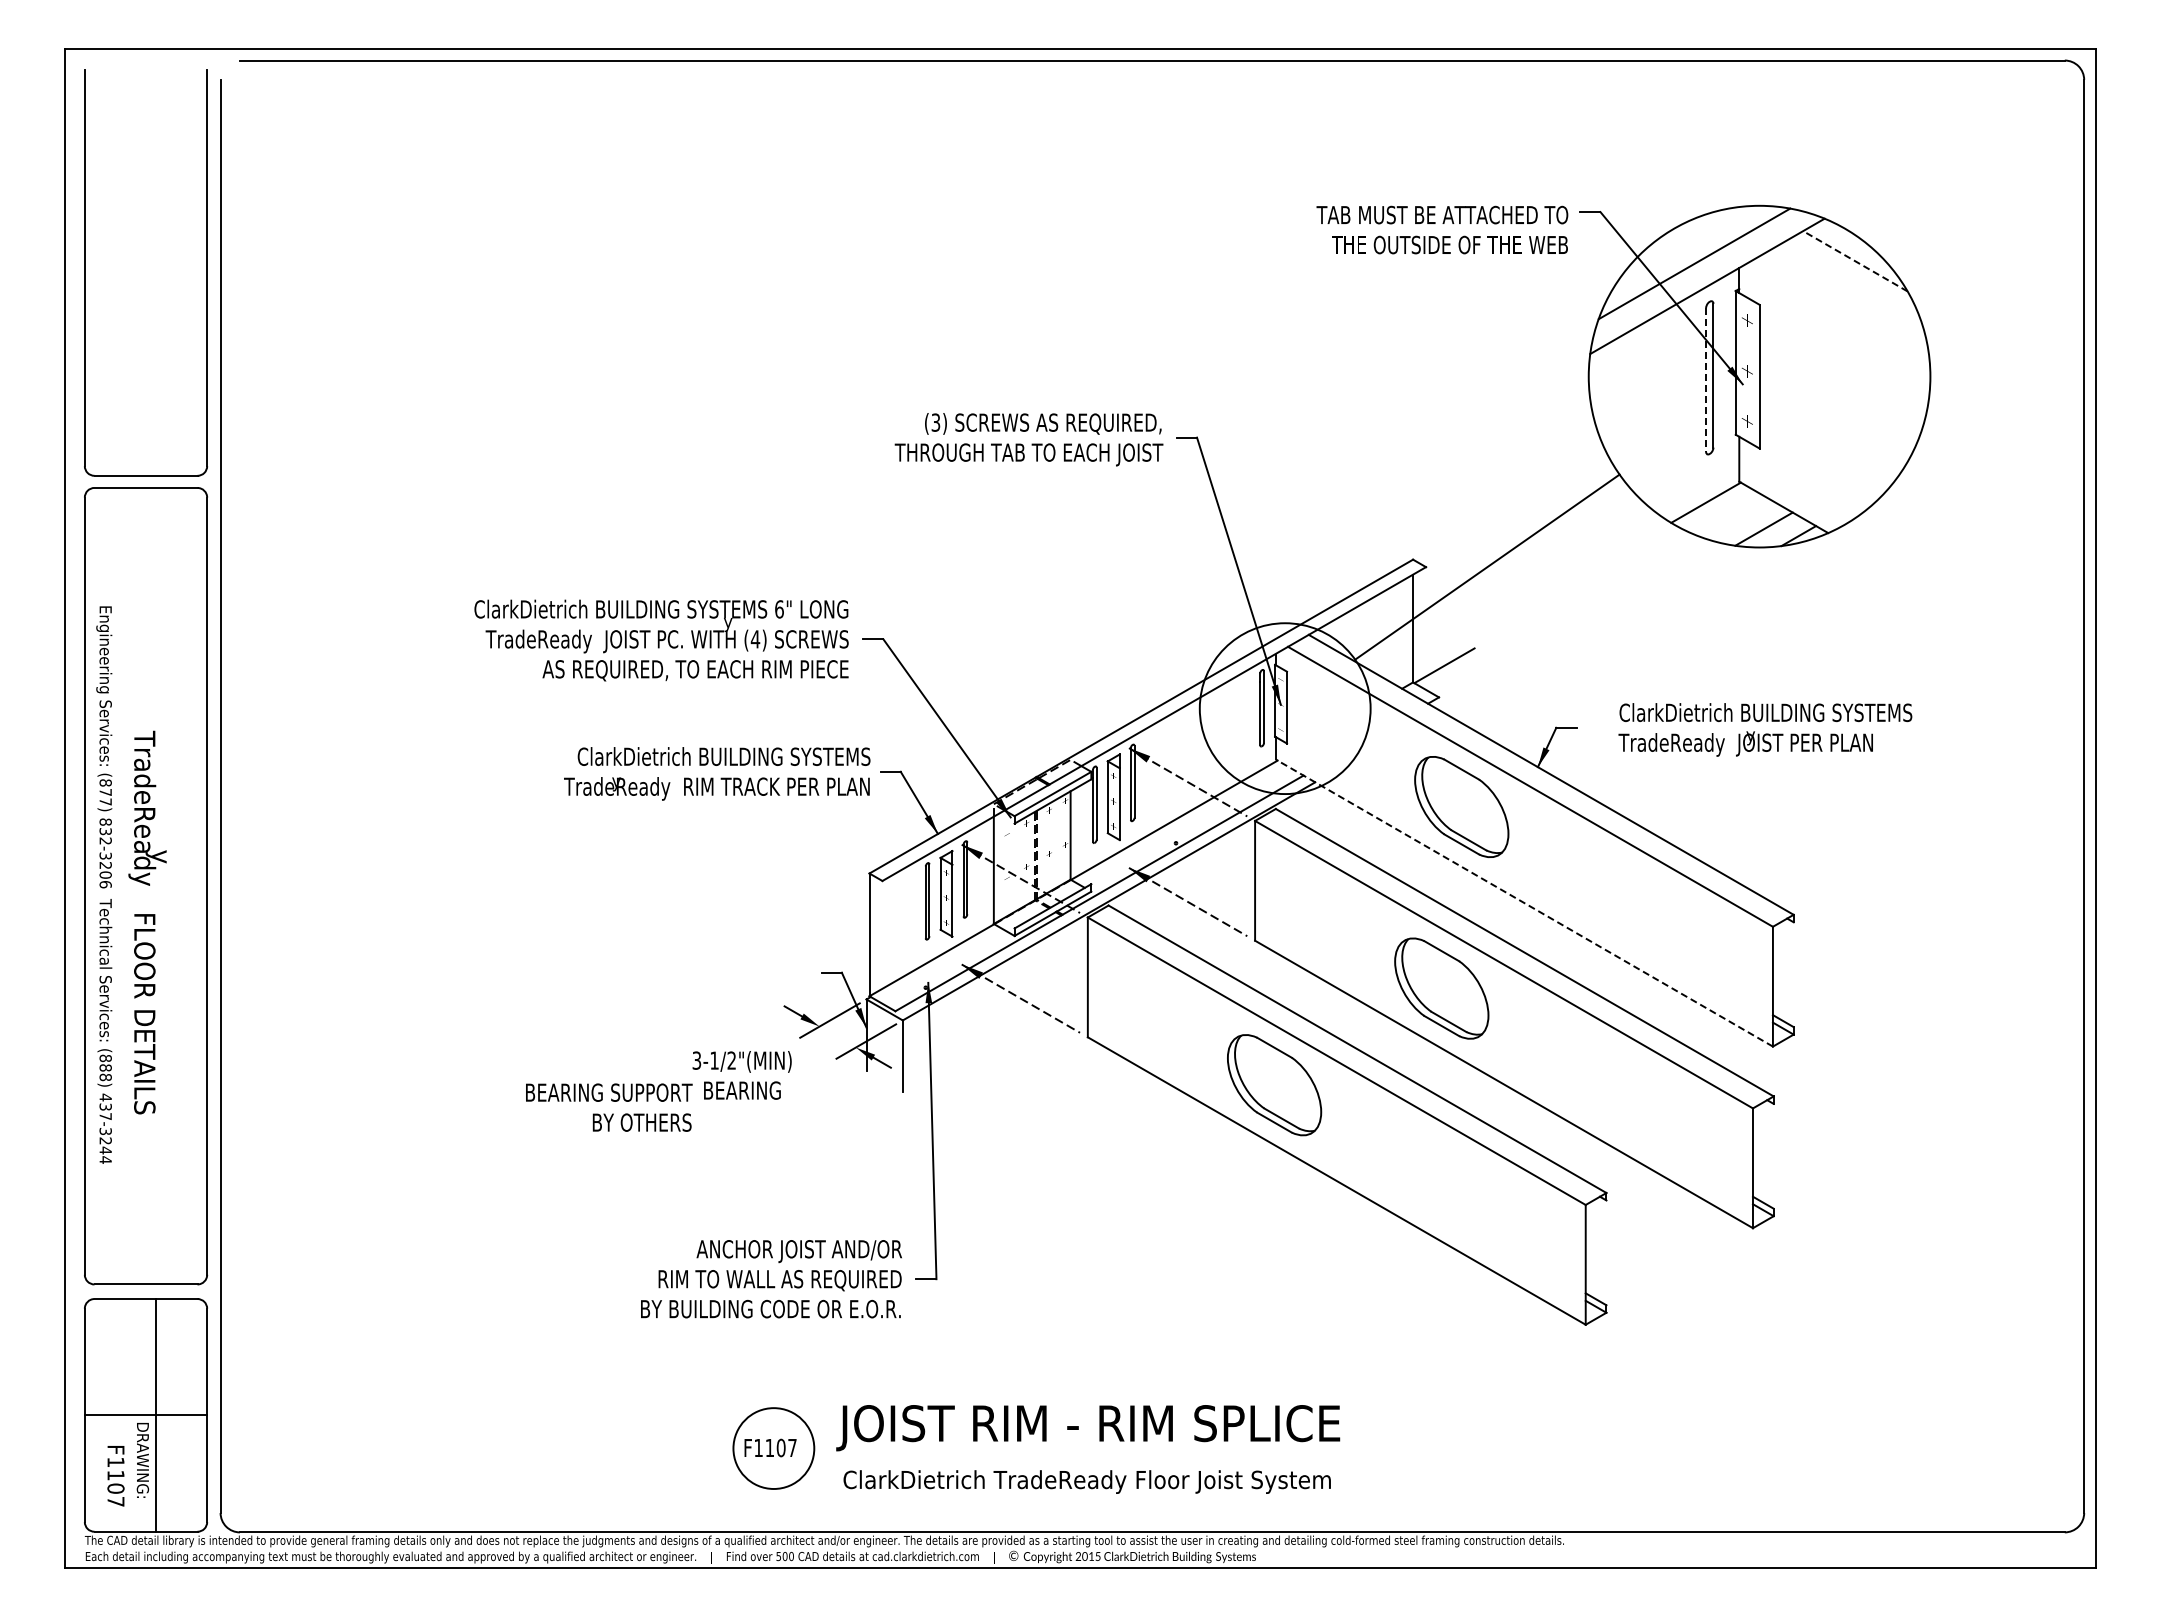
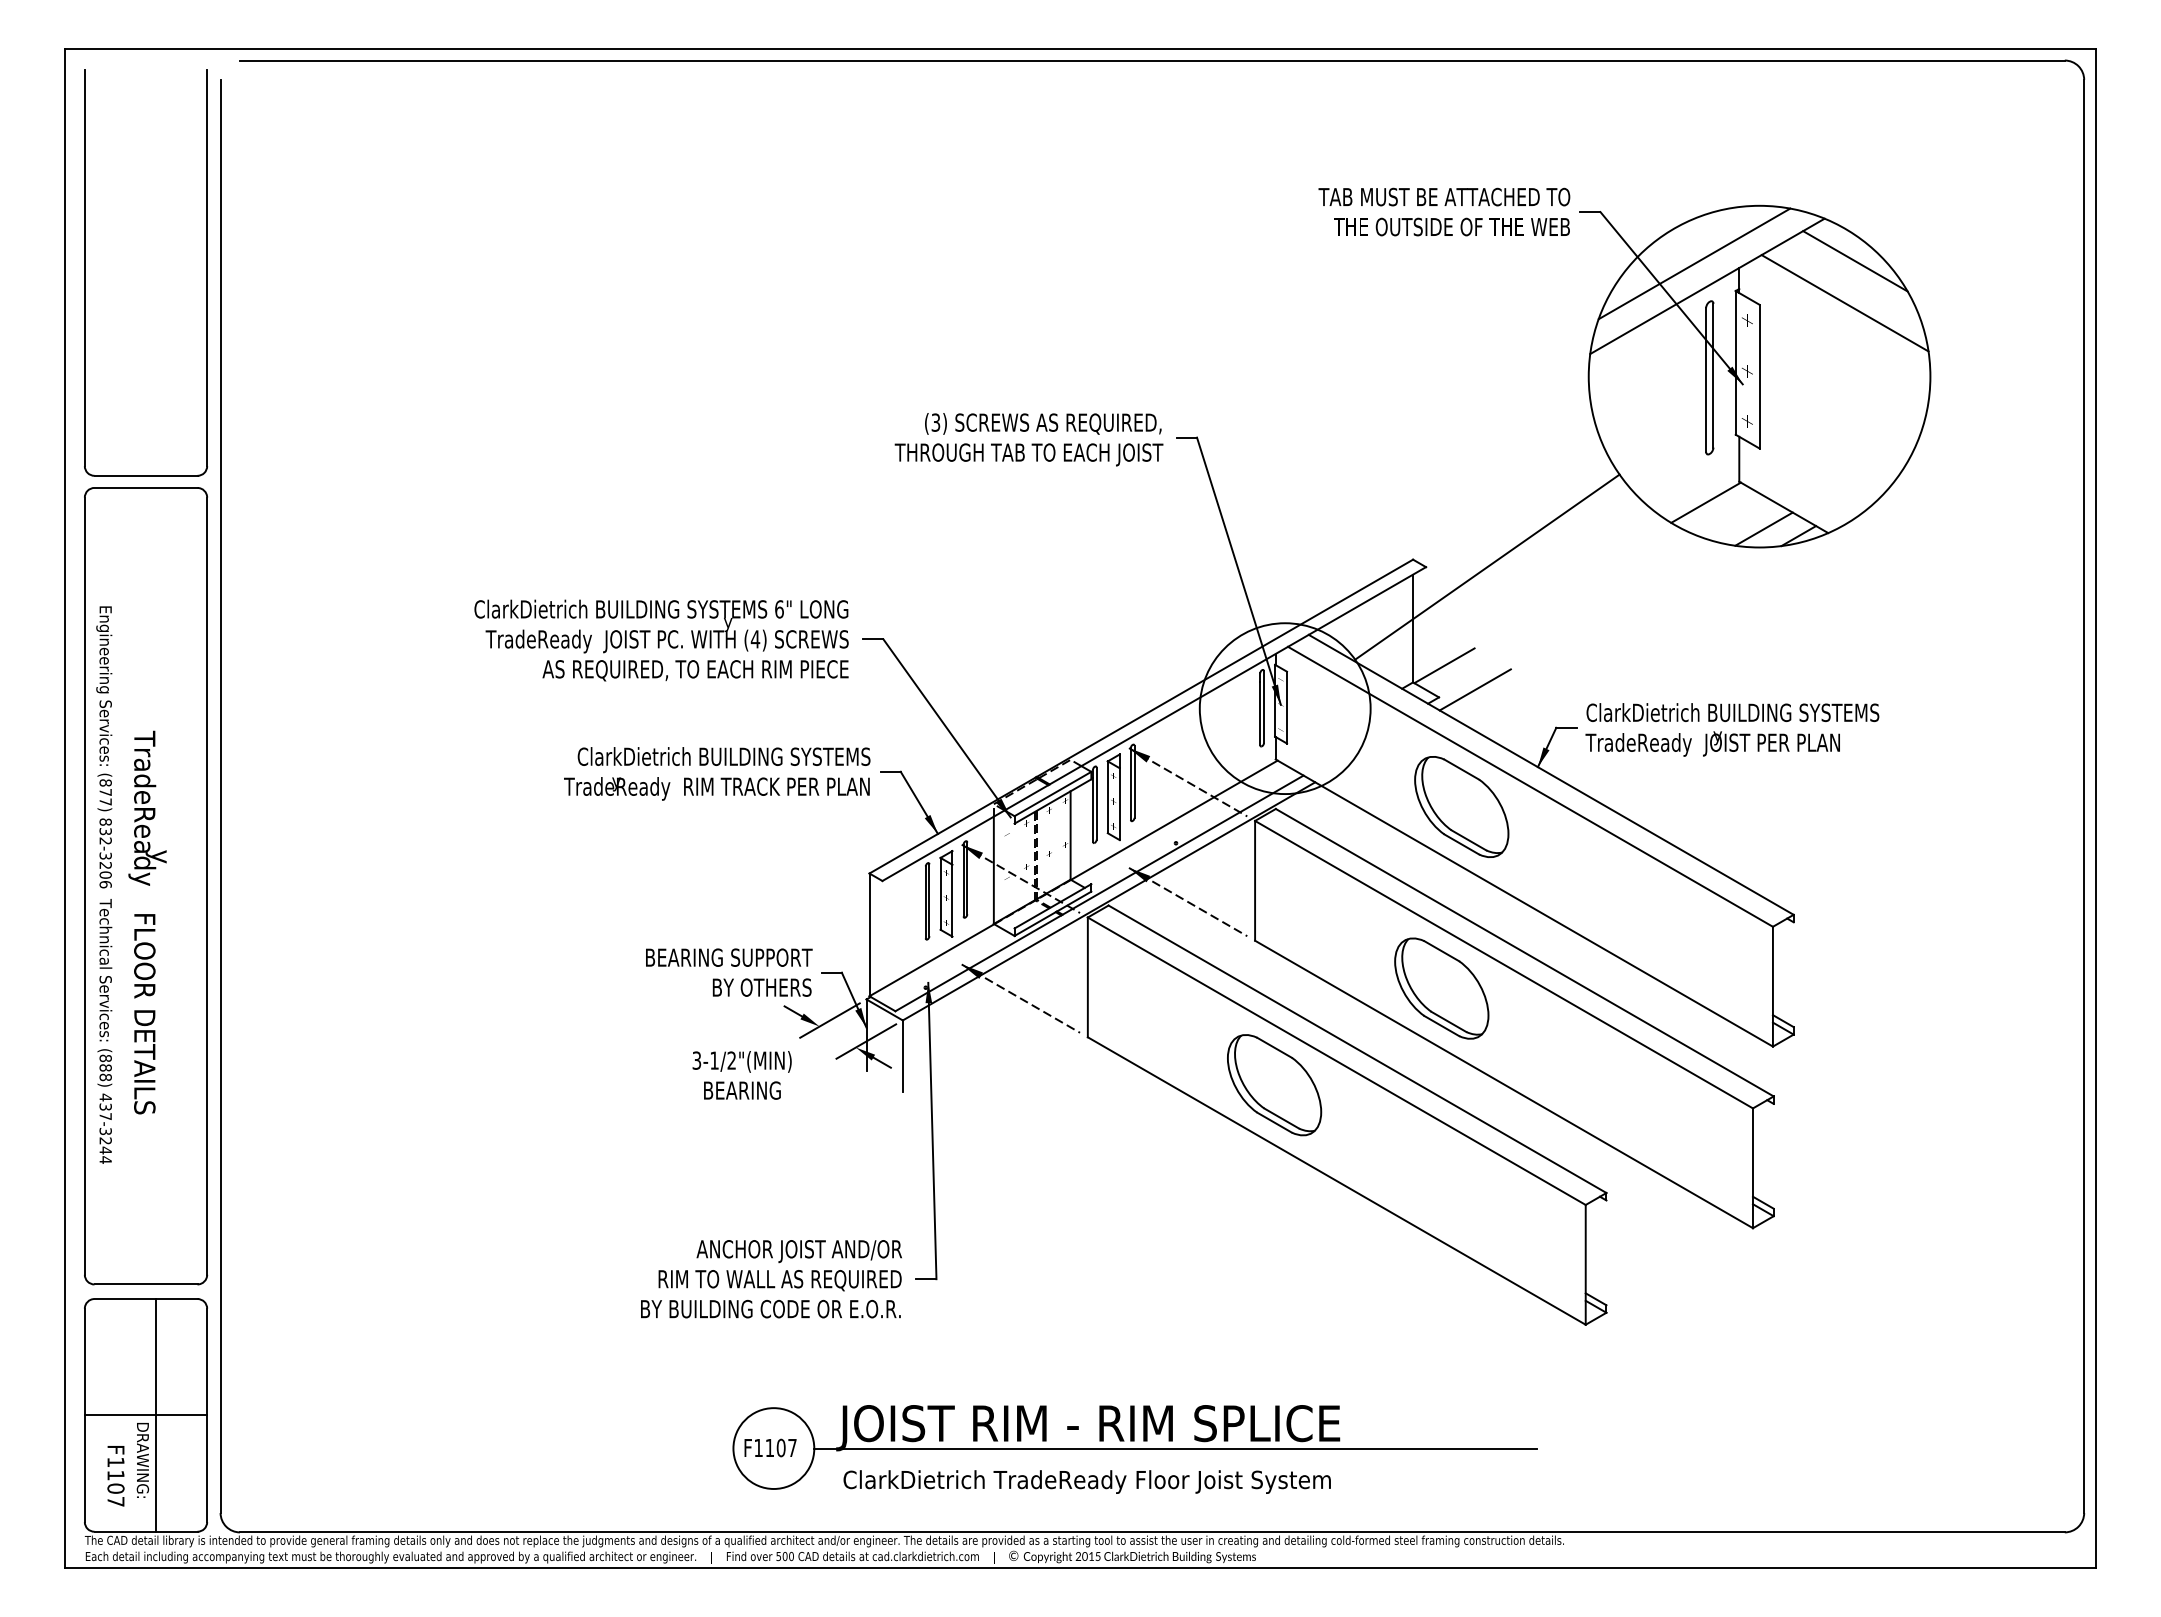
text at (1442, 229) position: (1442, 229) -> (1444, 211)
line at (1854, 261): dashed -> solid
line at (1844, 303): none -> present
line at (1706, 379): dashed -> solid
line at (1474, 689): none -> present
text at (1765, 729) position: (1765, 729) -> (1732, 729)
line at (1523, 902): dashed -> solid
text at (609, 1107) position: (609, 1107) -> (729, 972)
line at (1175, 1448): none -> present
